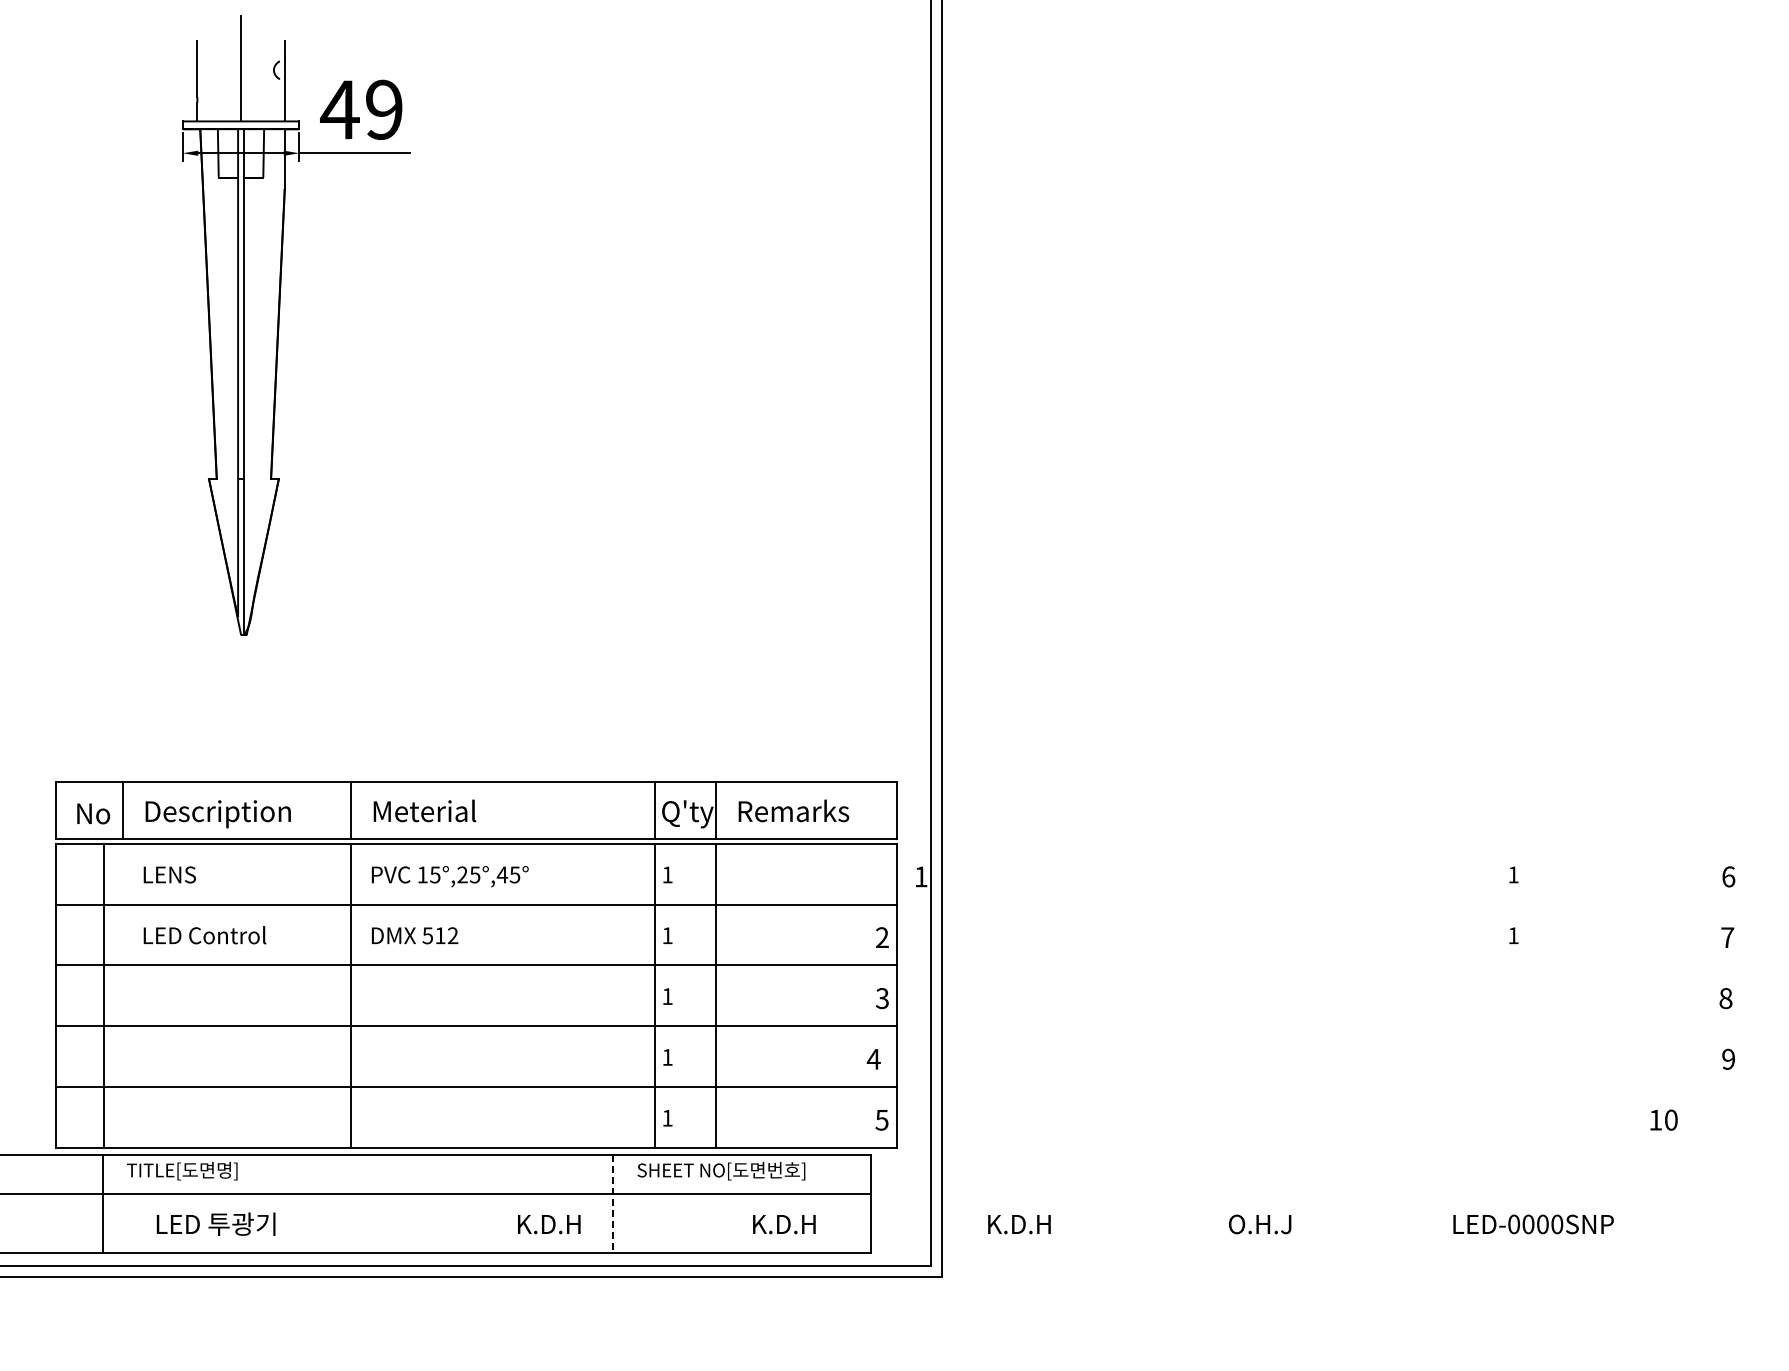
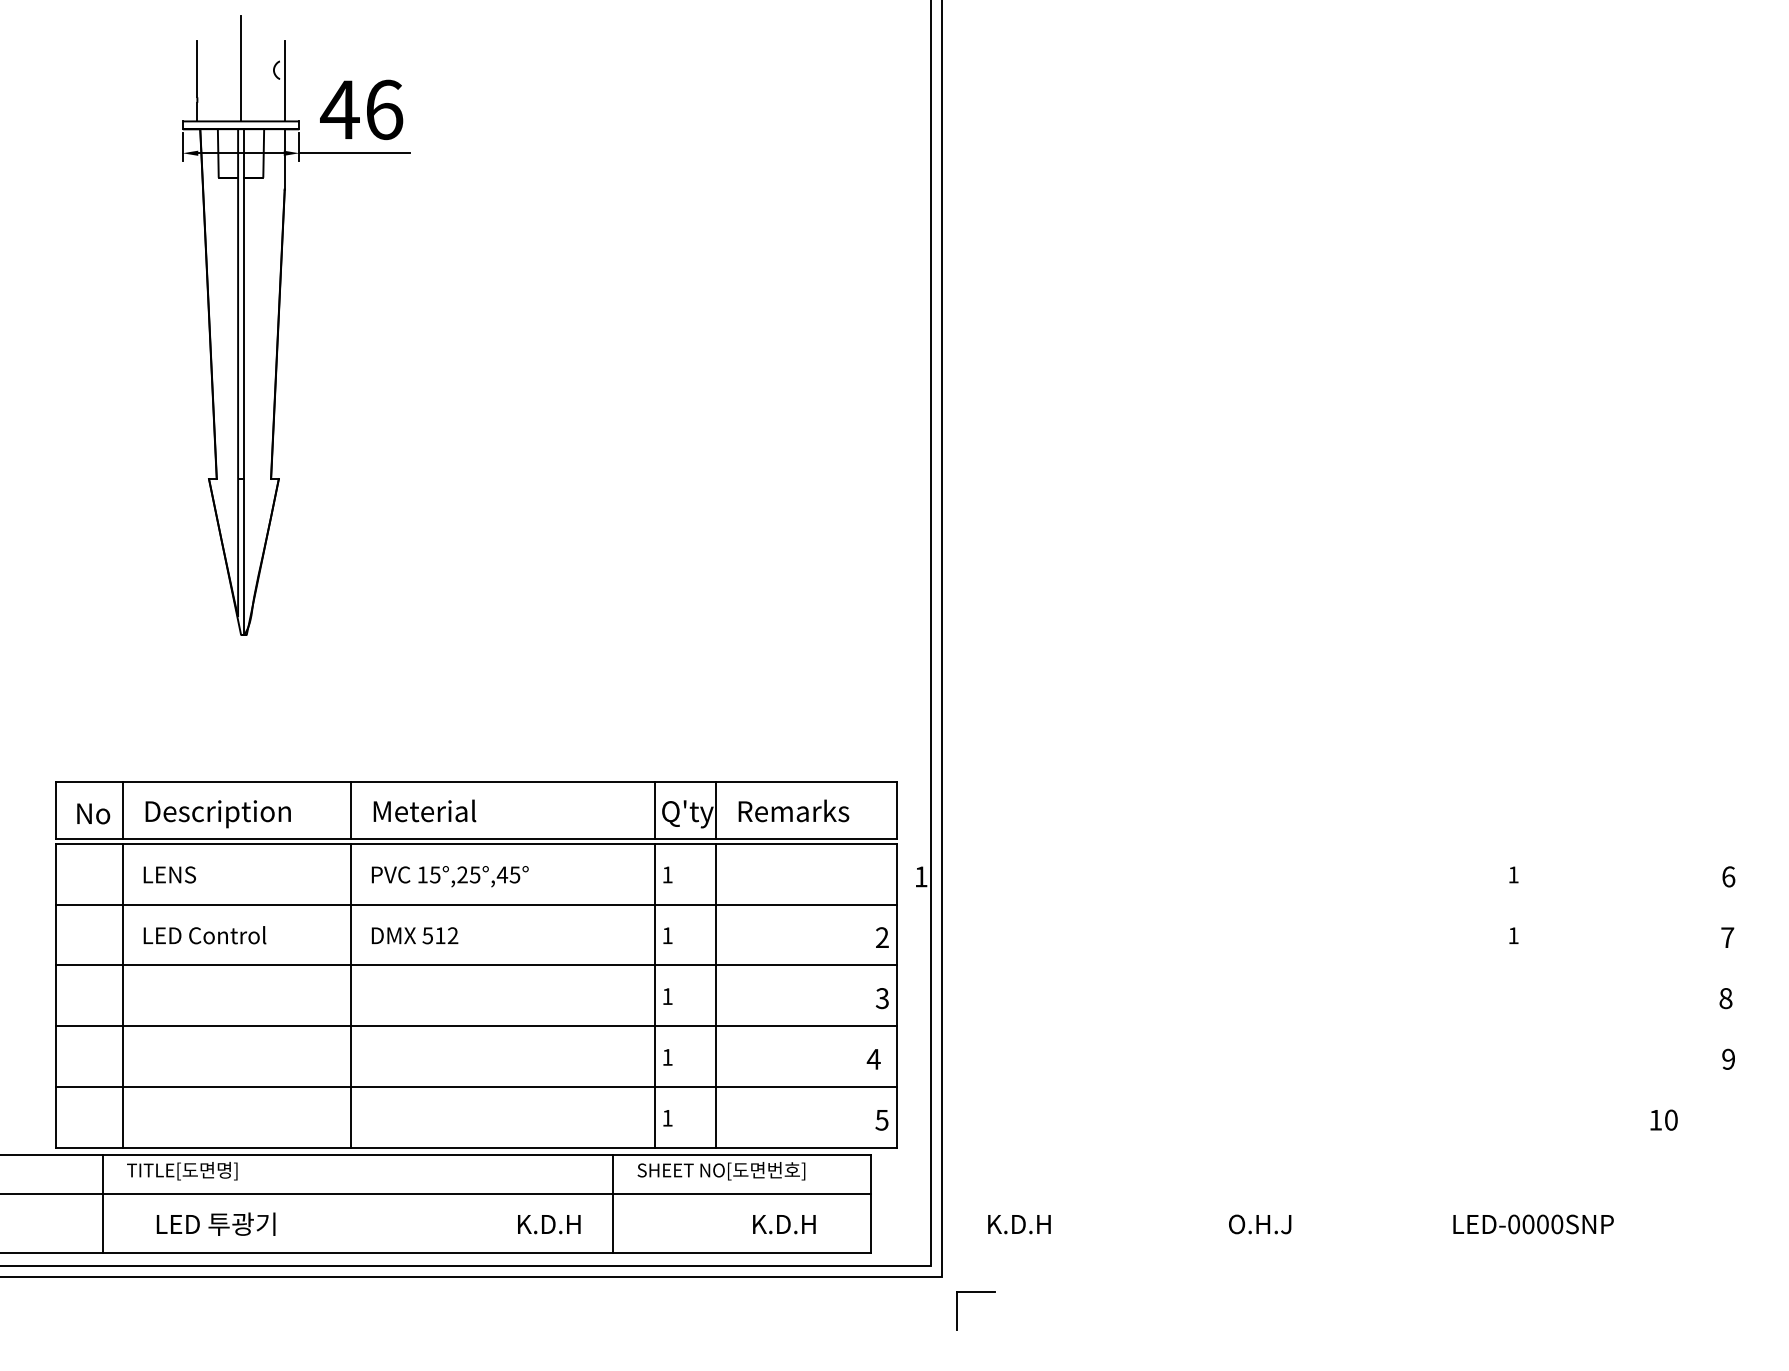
text at (384, 109): 49 -> 46
line at (103, 995) position: (103, 995) -> (122, 995)
line at (612, 1204): dashed -> solid
part at (975, 1292): none -> present
